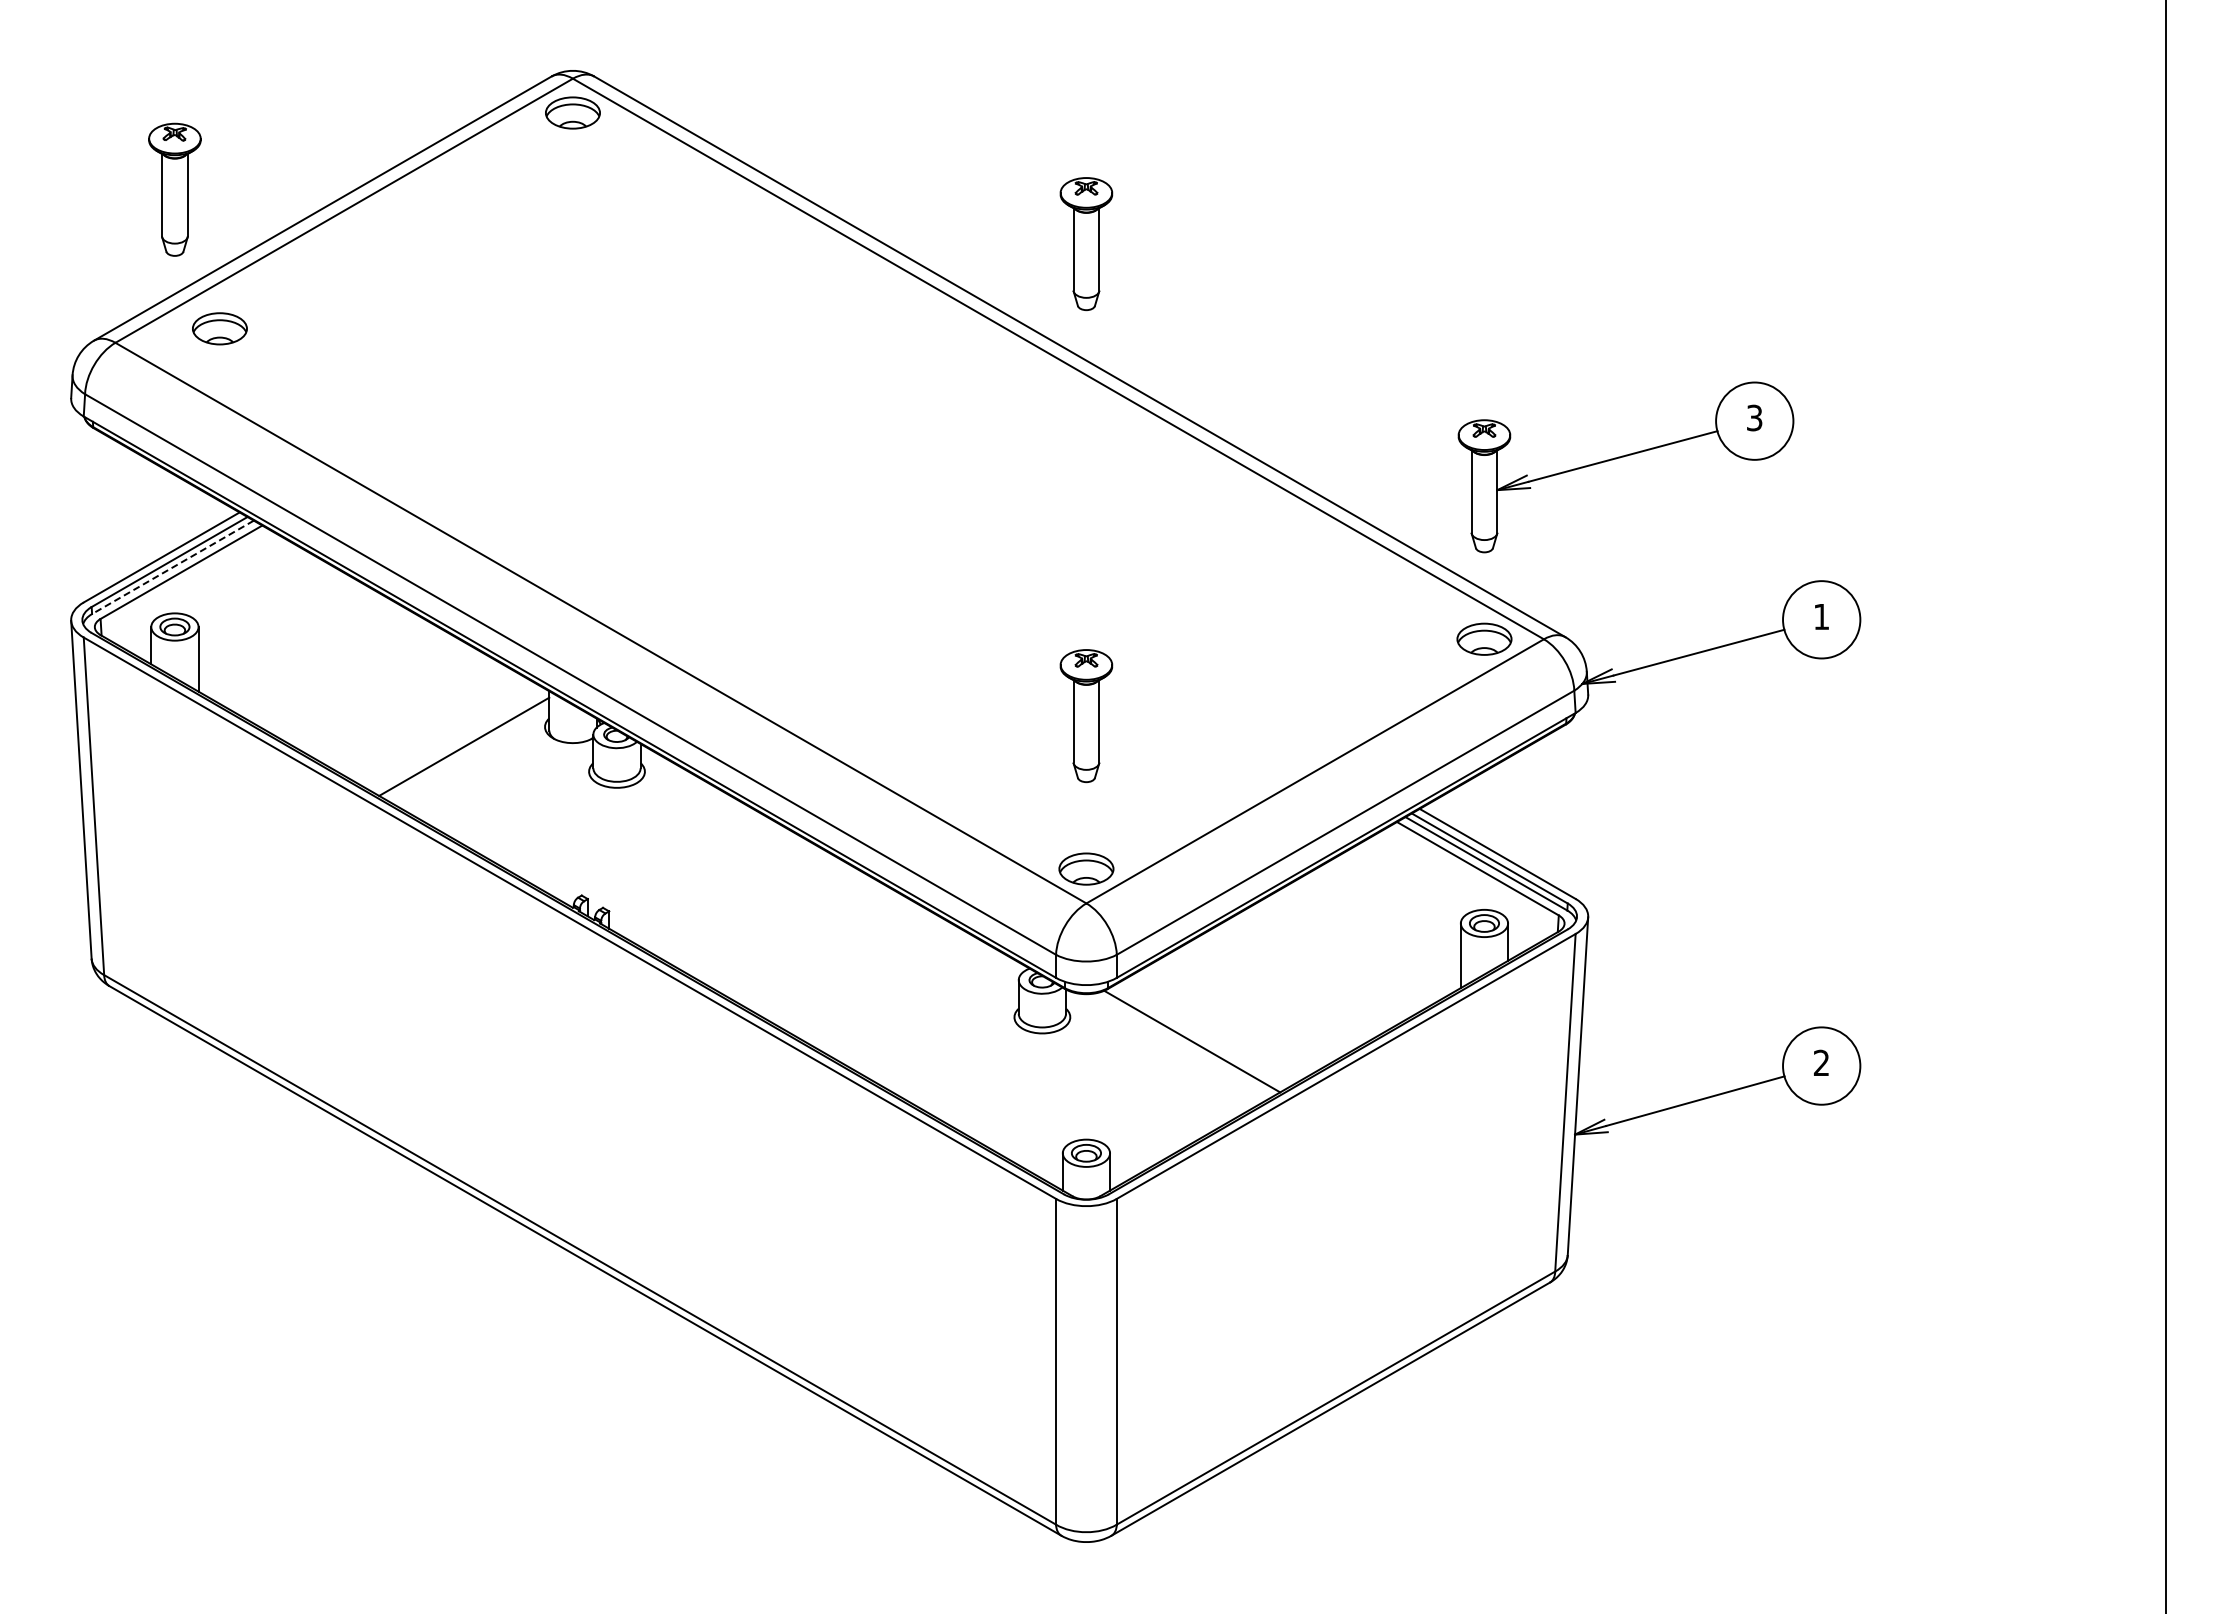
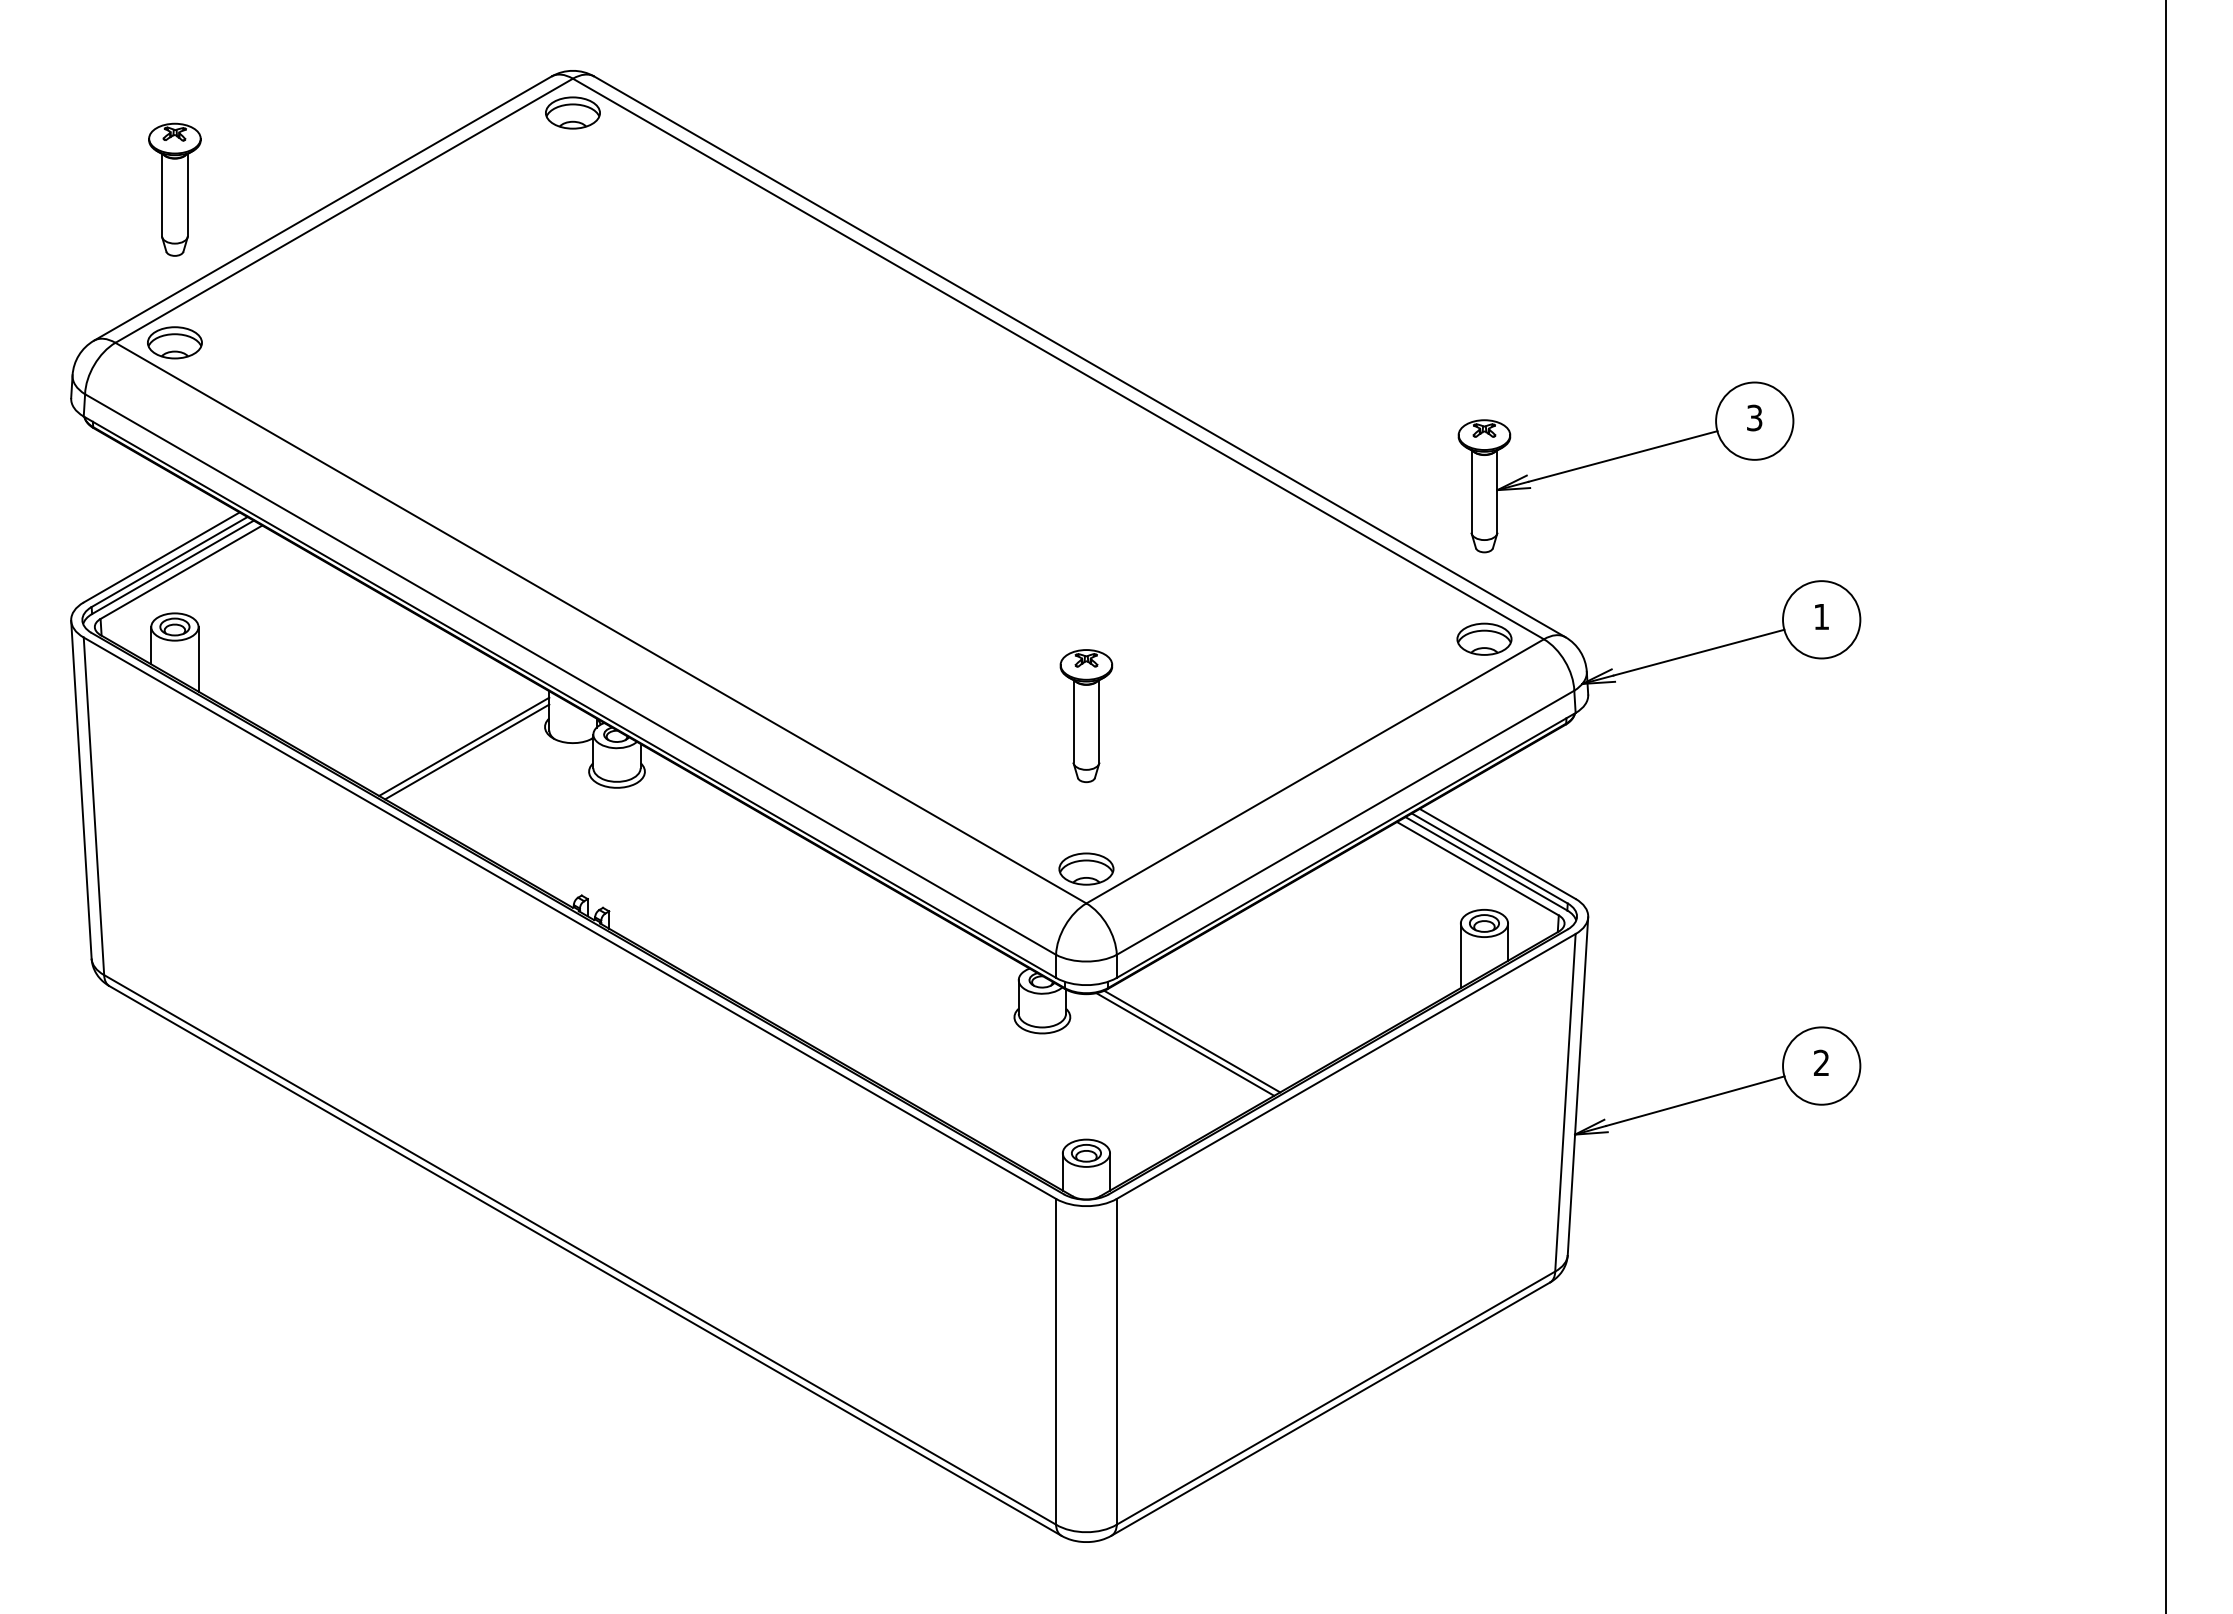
part at (1086, 244): present -> none
part at (219, 328) position: (219, 328) -> (174, 342)
line at (172, 567): dashed -> solid
line at (467, 751): none -> present
line at (1185, 1044): none -> present
